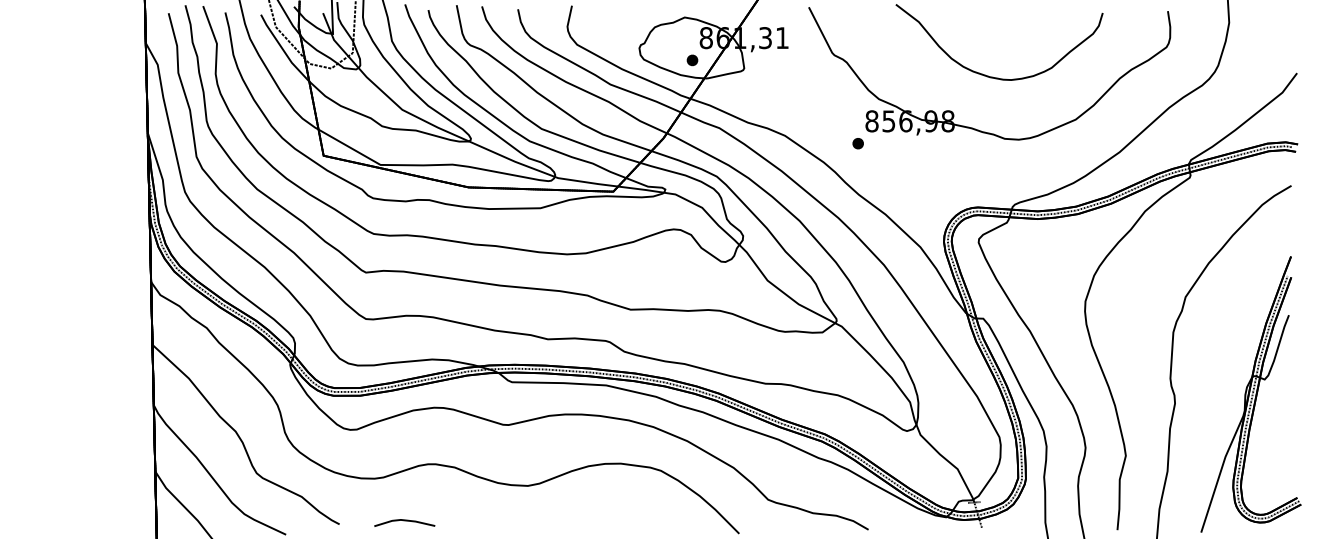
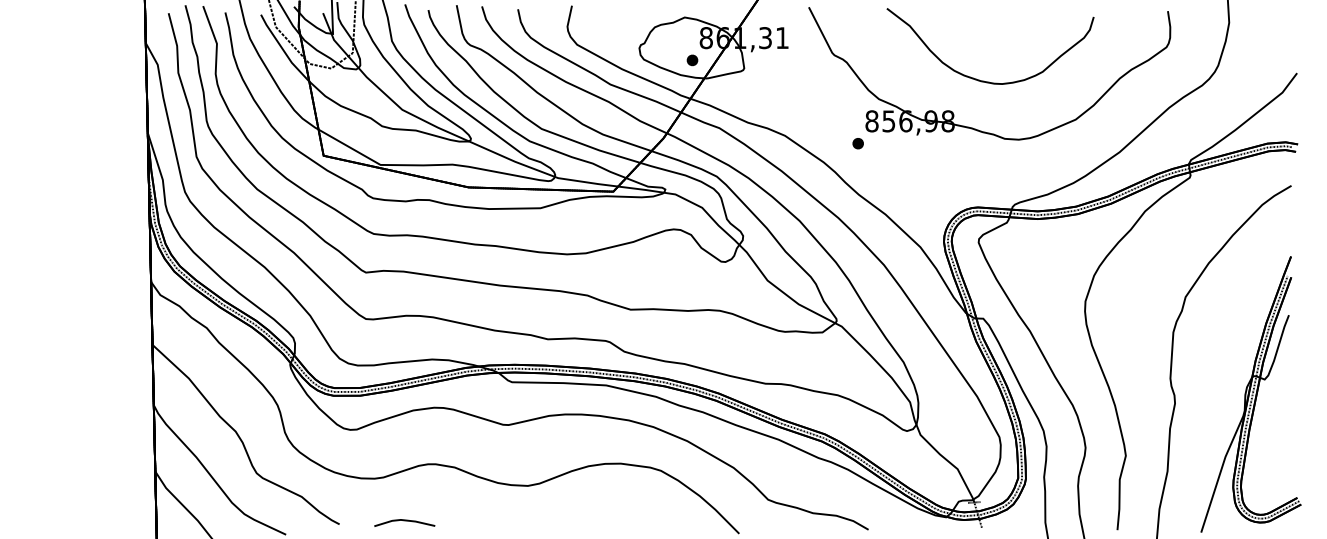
curve at (993, 76) position: (993, 76) -> (984, 80)
